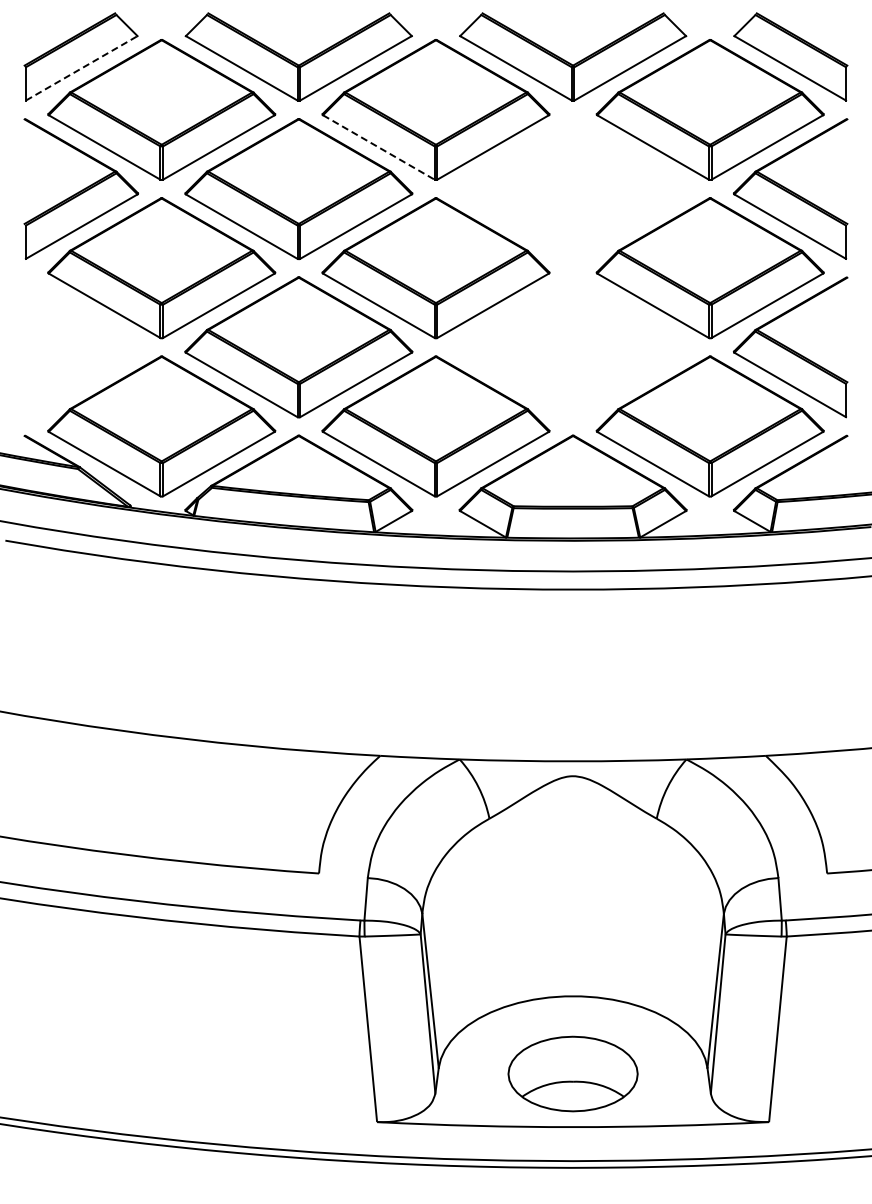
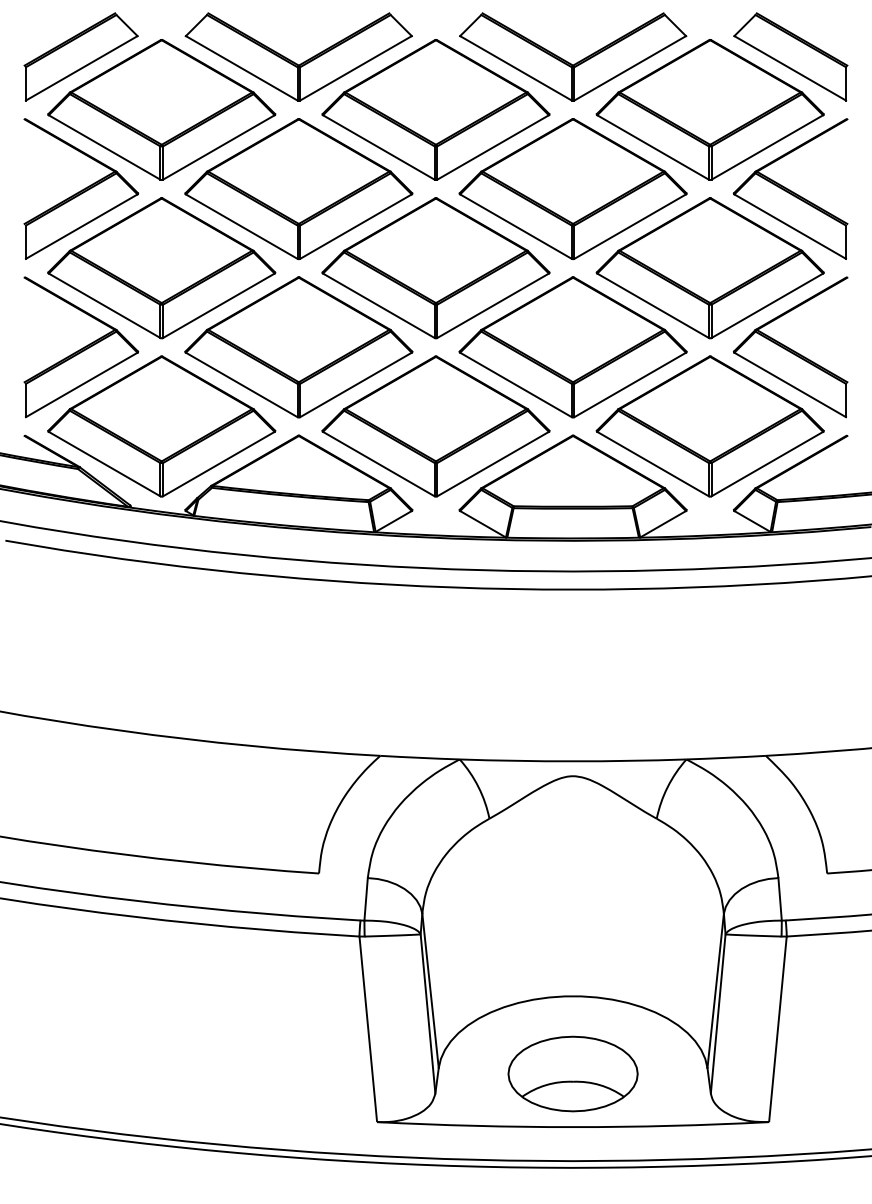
line at (82, 68): dashed -> solid
line at (379, 147): dashed -> solid
part at (572, 189): none -> present
part at (81, 347): none -> present
part at (572, 347): none -> present
